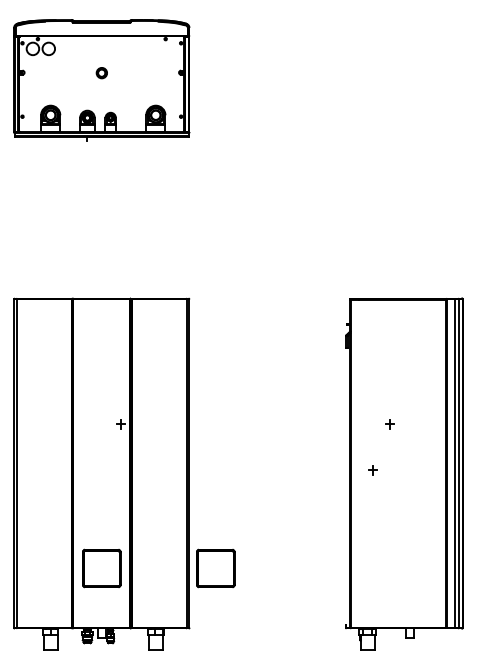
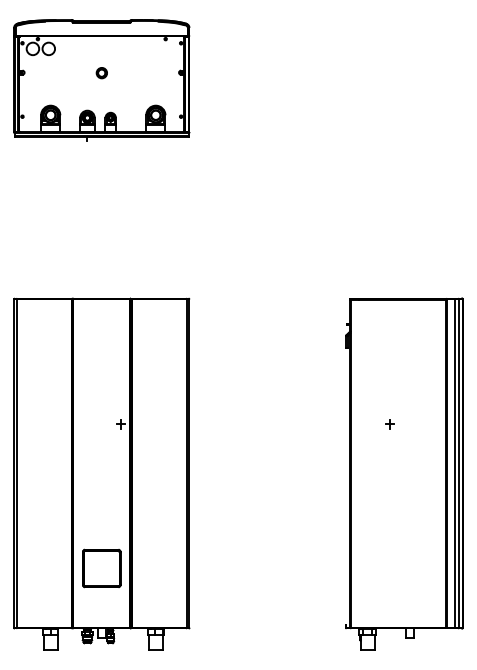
part at (372, 470): present -> none
part at (215, 568): present -> none
